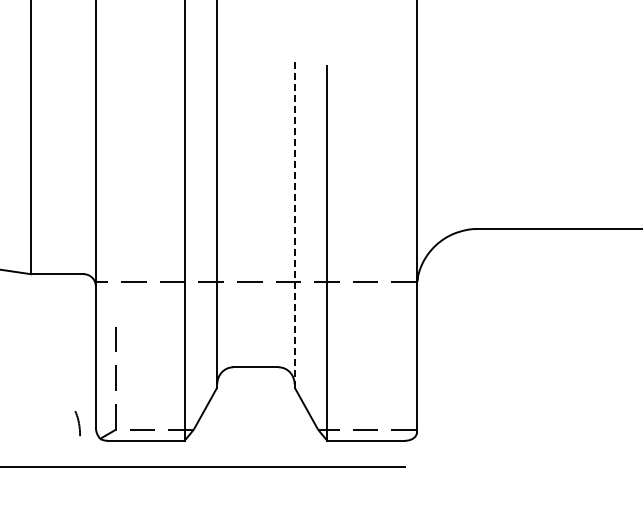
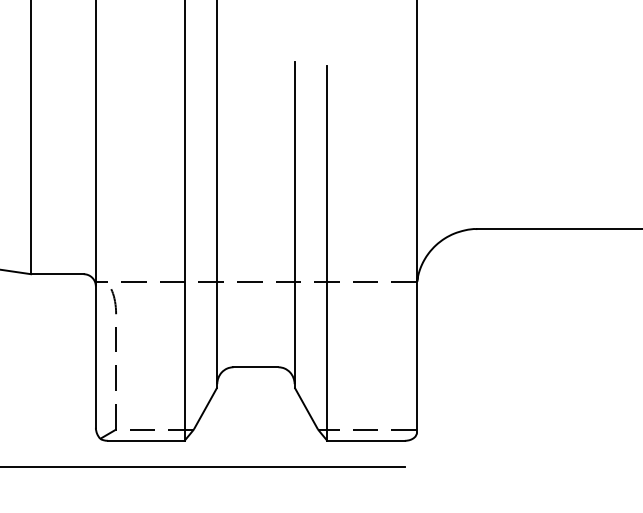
line at (294, 224): dashed -> solid
curve at (78, 423) position: (78, 423) -> (114, 301)
